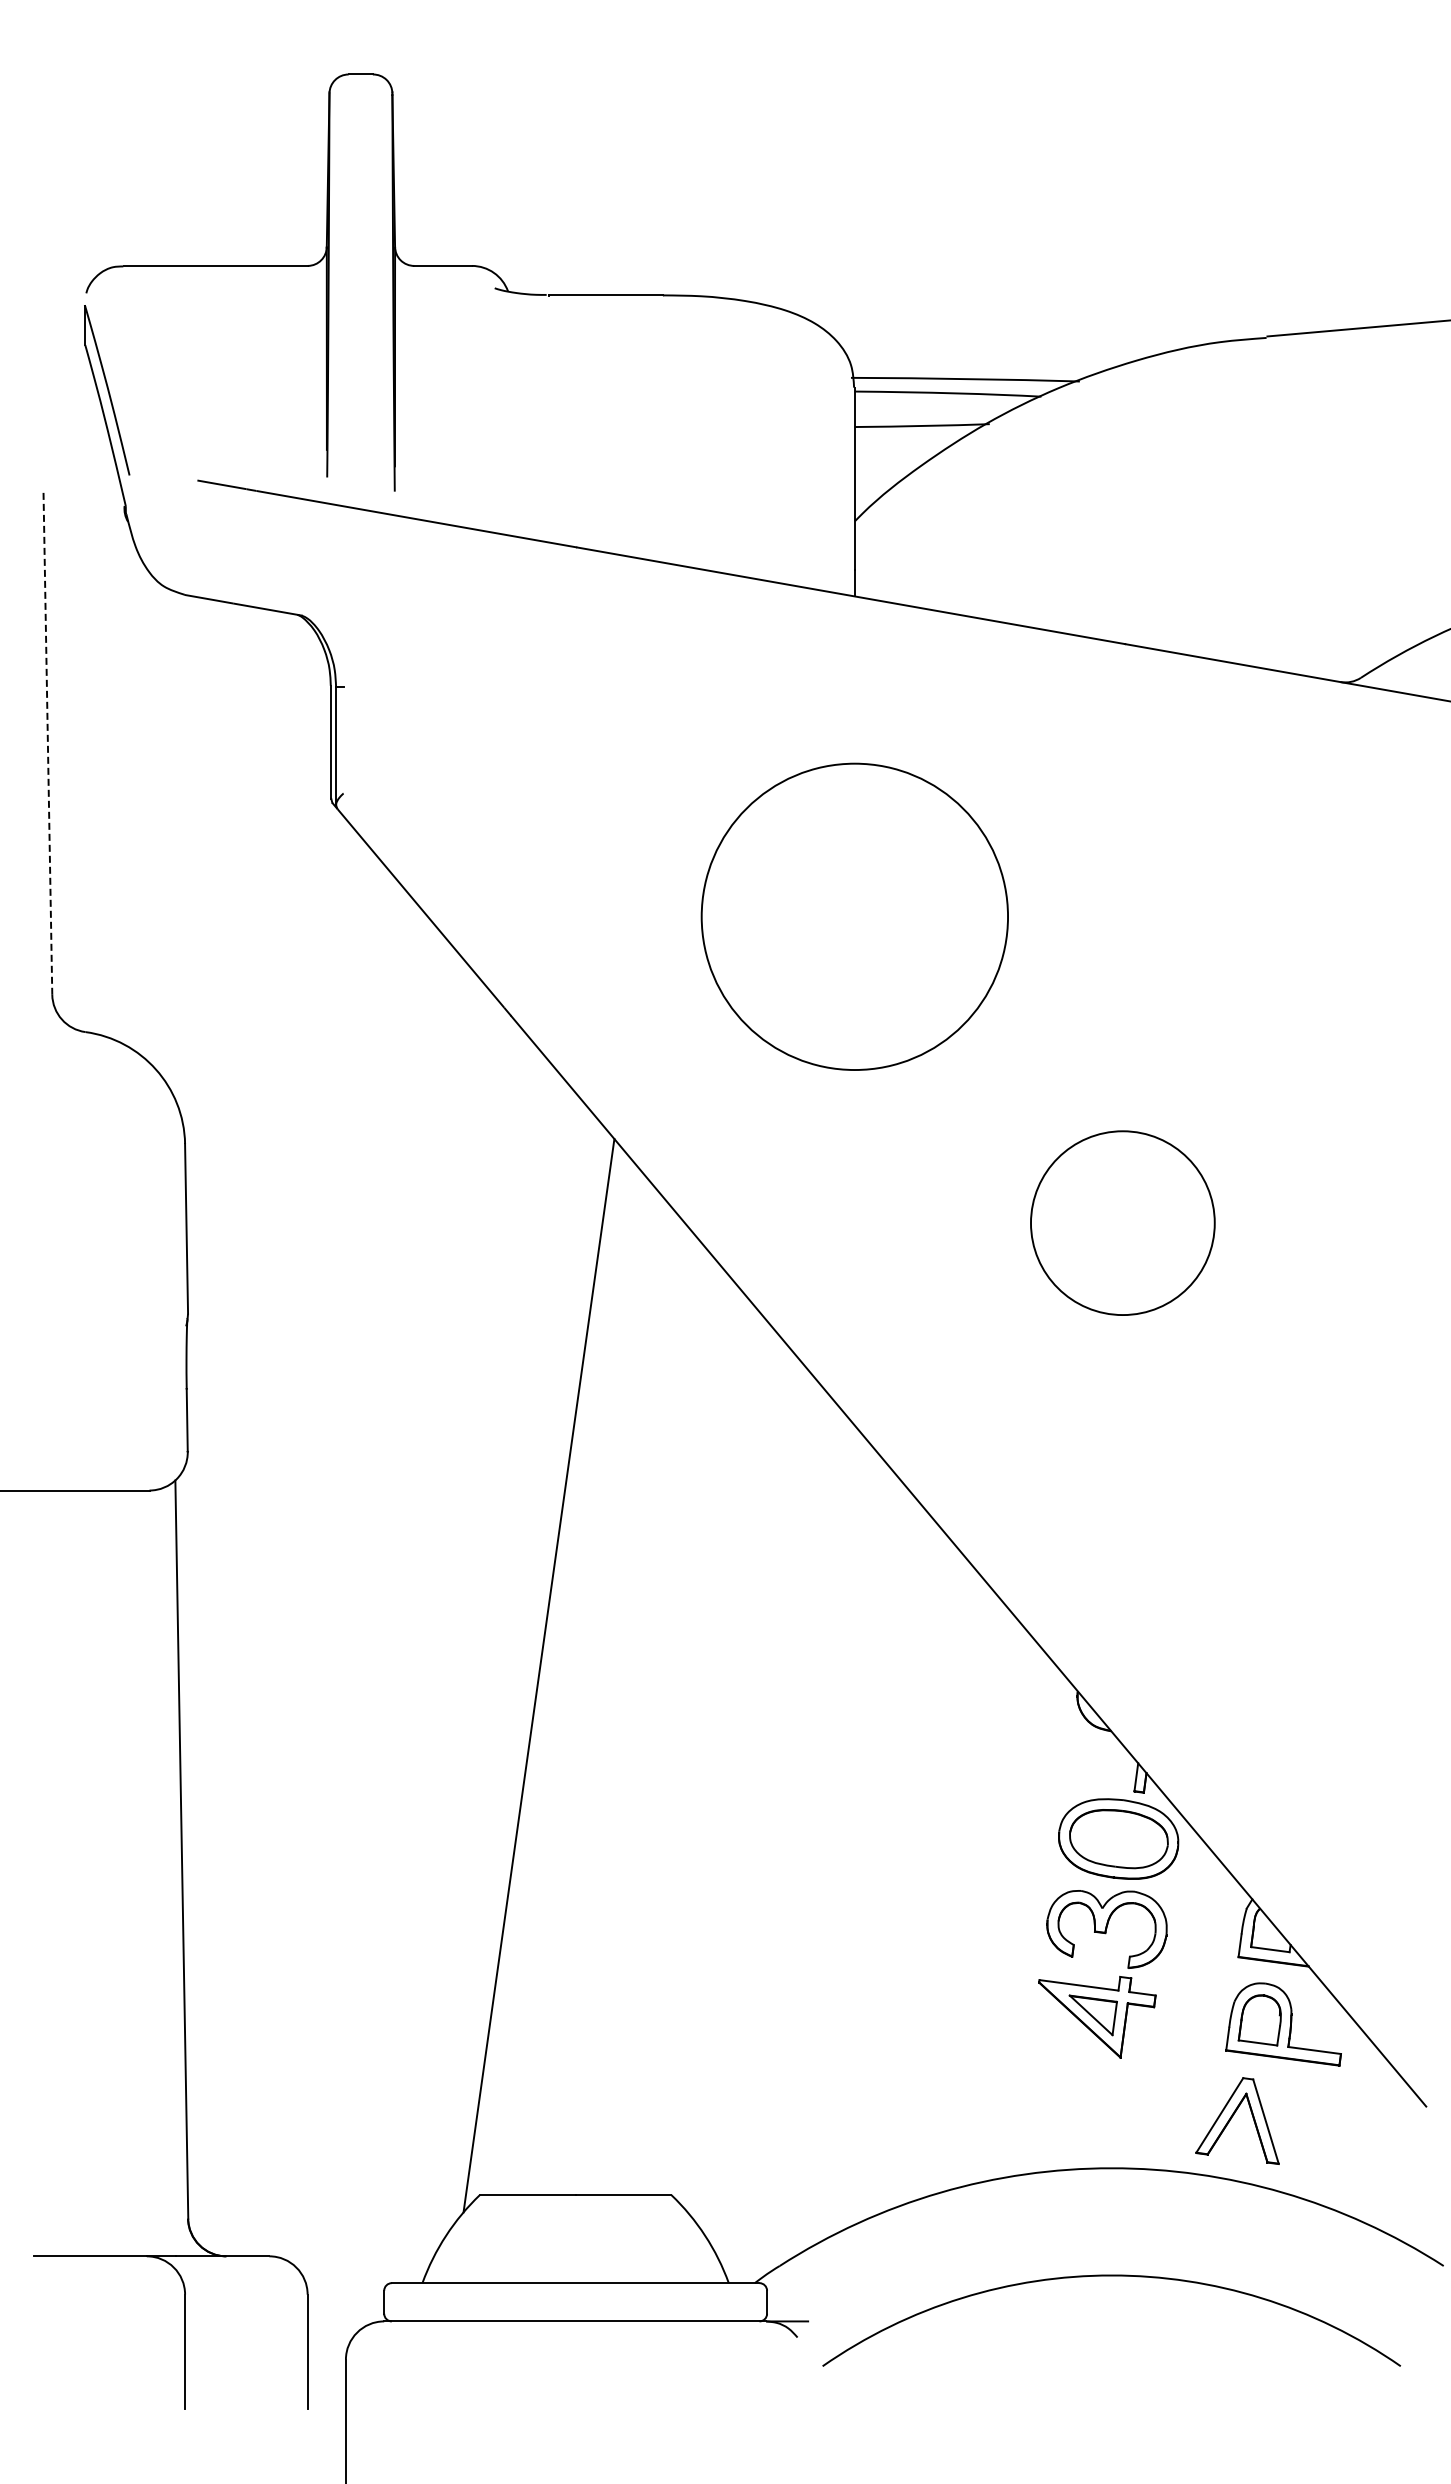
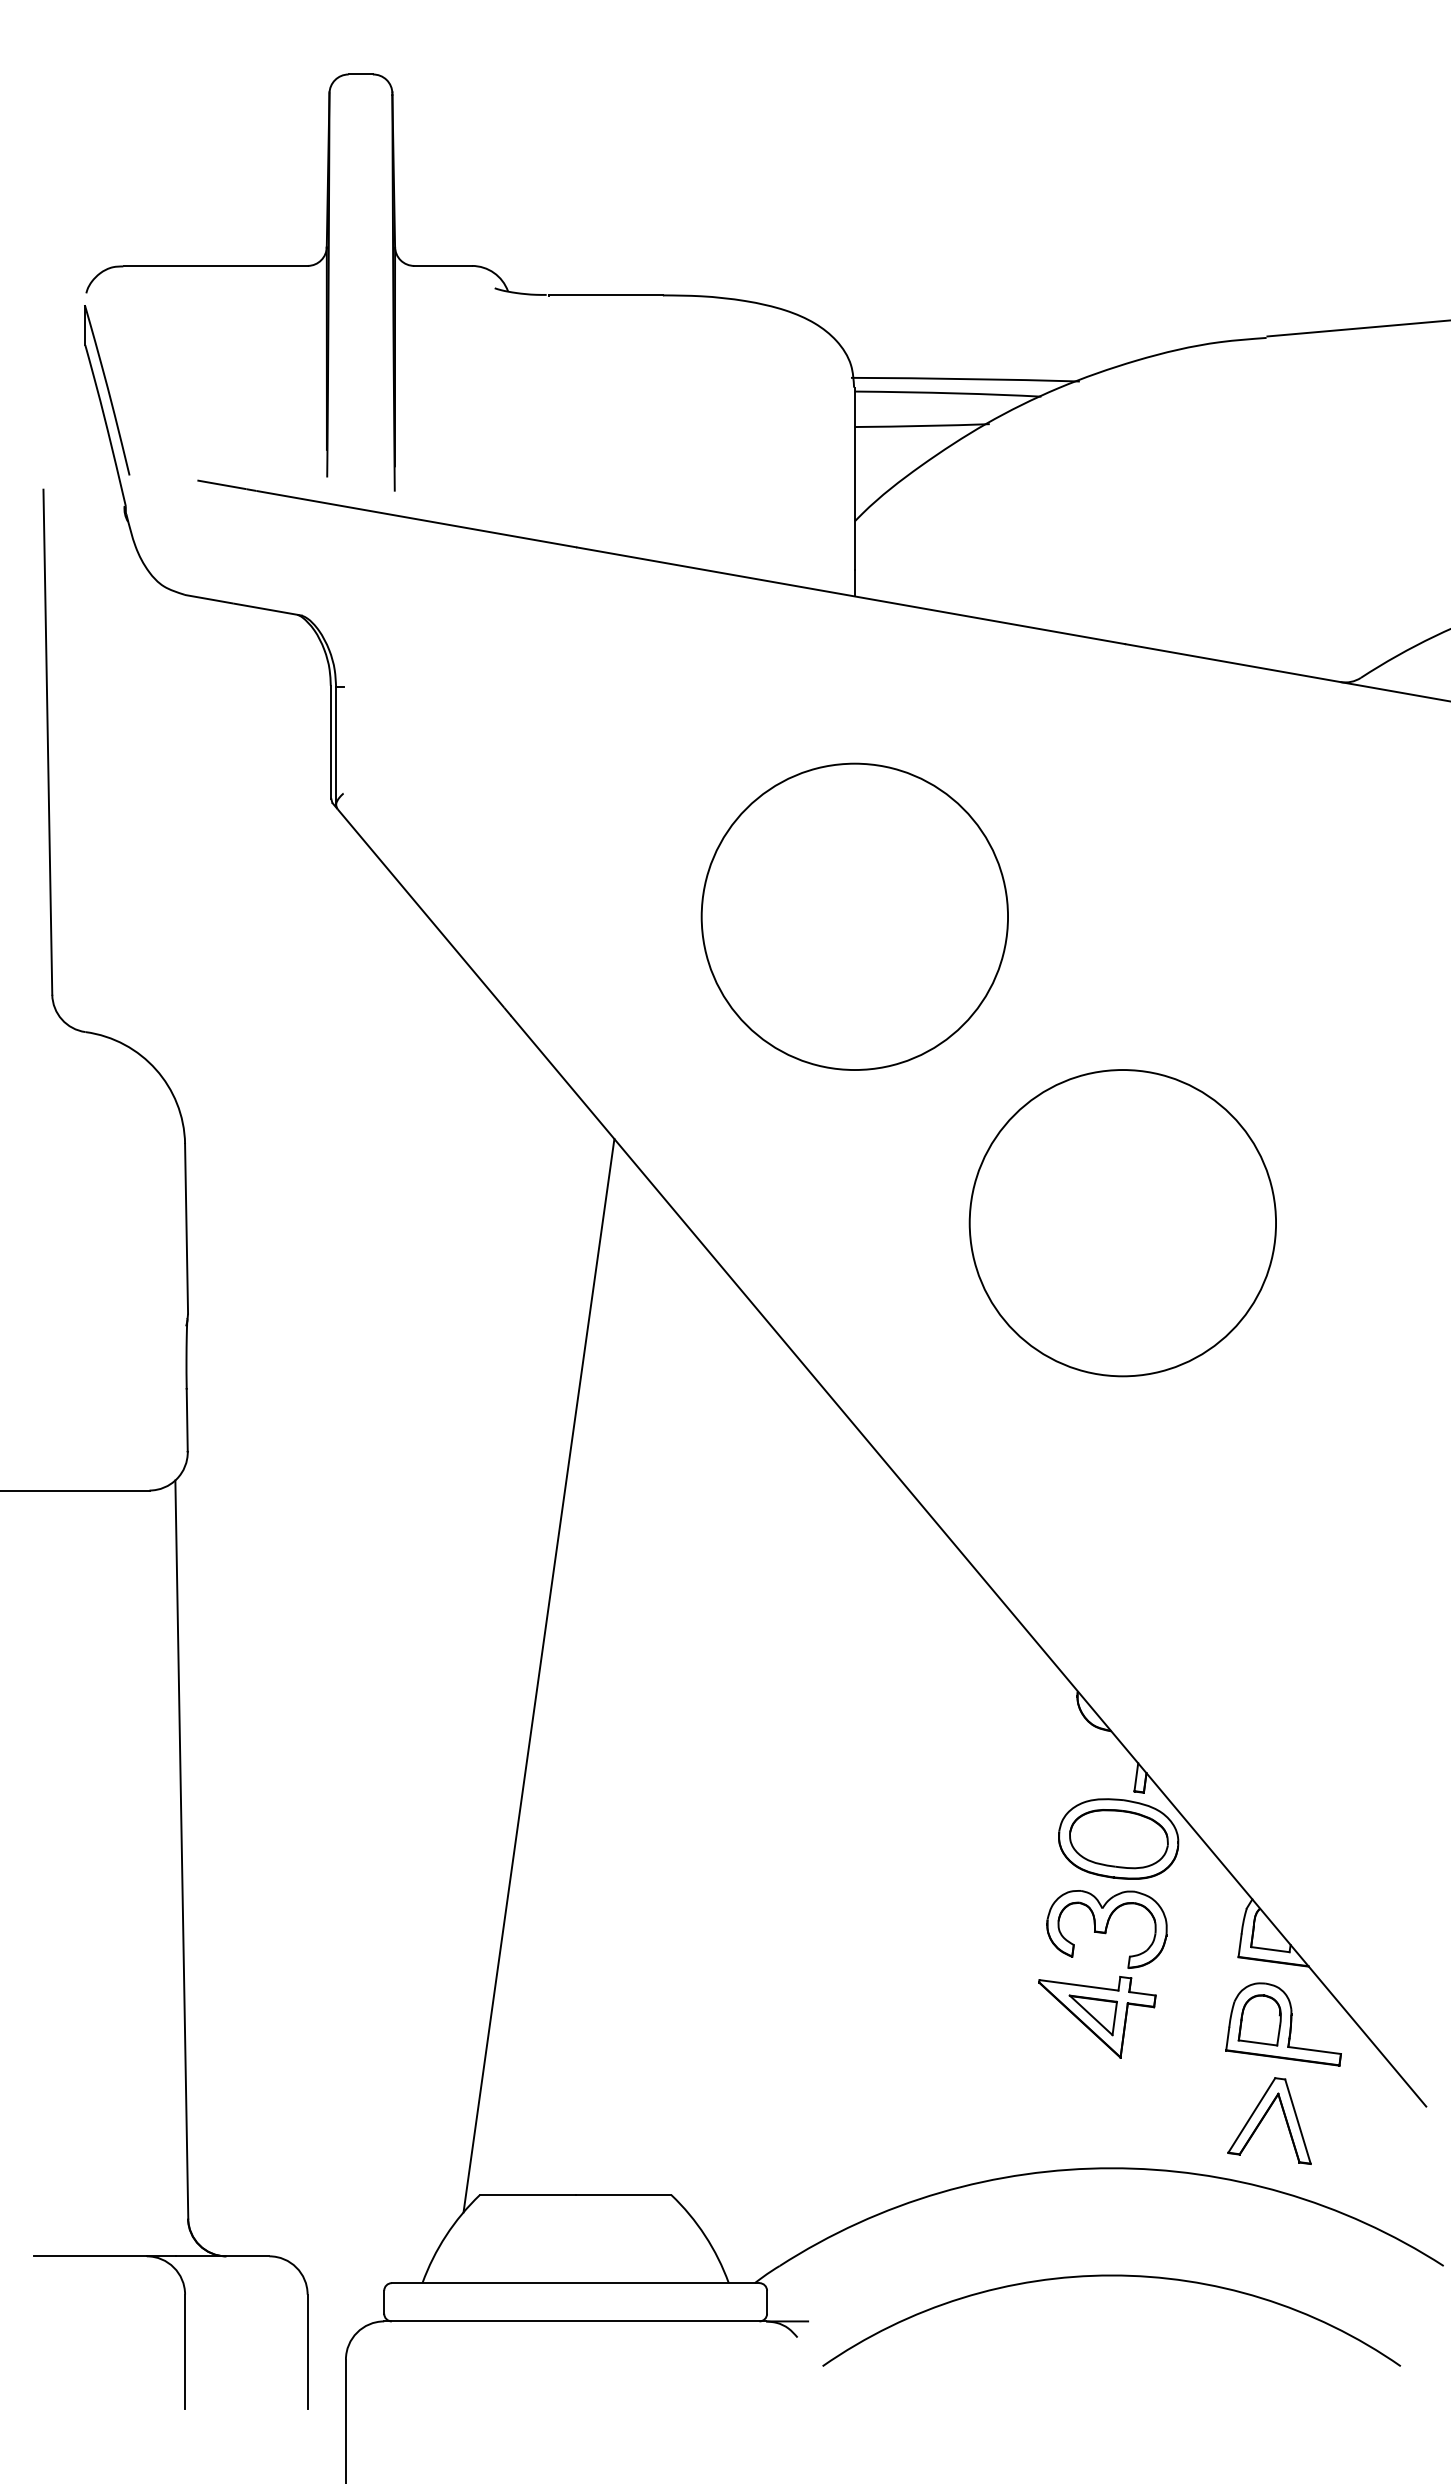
line at (47, 742): dashed -> solid
circle at (1122, 1223) diameter: 184 px -> 306 px
part at (1237, 2120) position: (1237, 2120) -> (1269, 2120)
